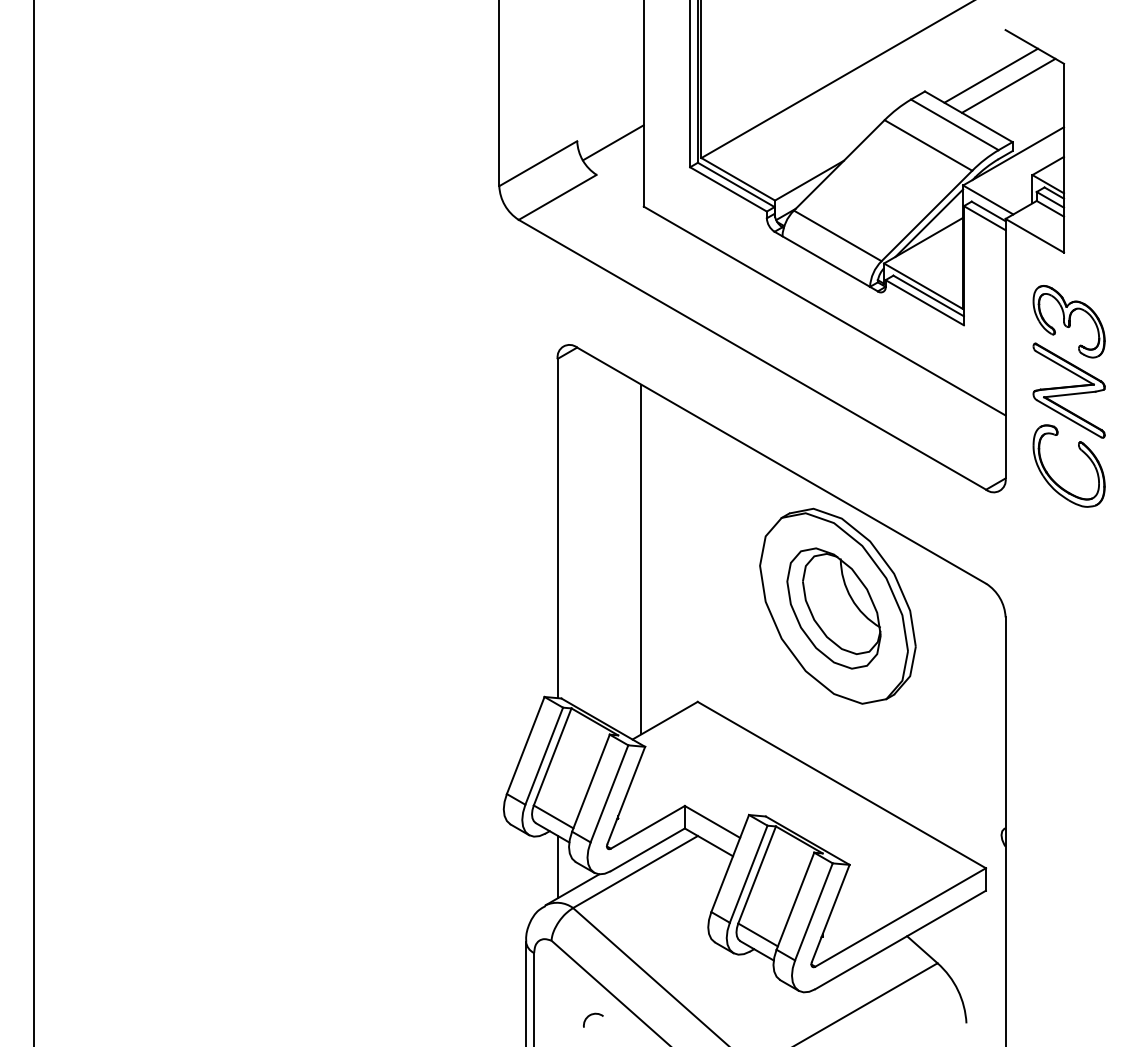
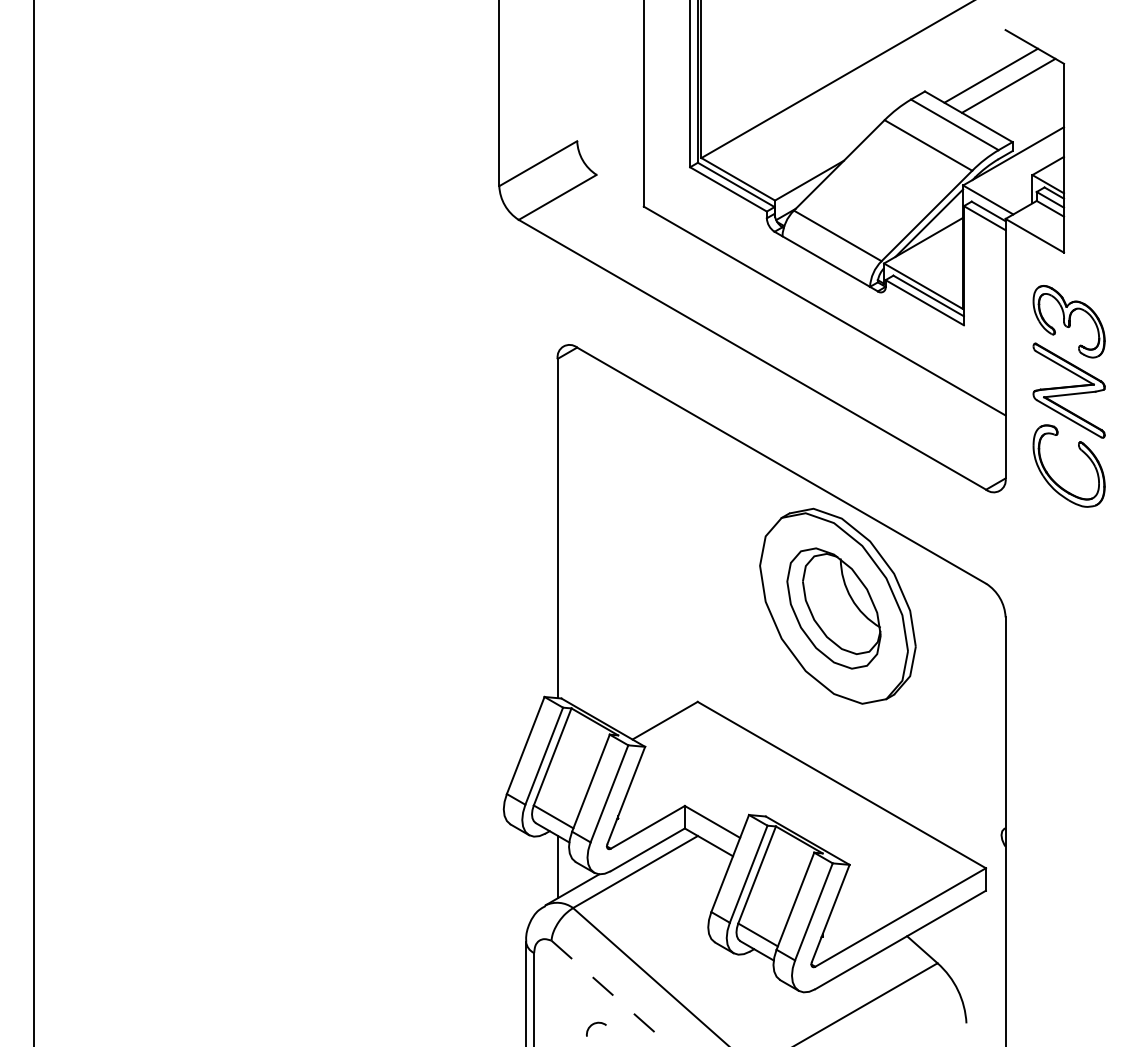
line at (612, 142): present -> none
line at (641, 559): present -> none
line at (611, 993): solid -> dashed
arc at (592, 1015) position: (592, 1015) -> (595, 1024)
